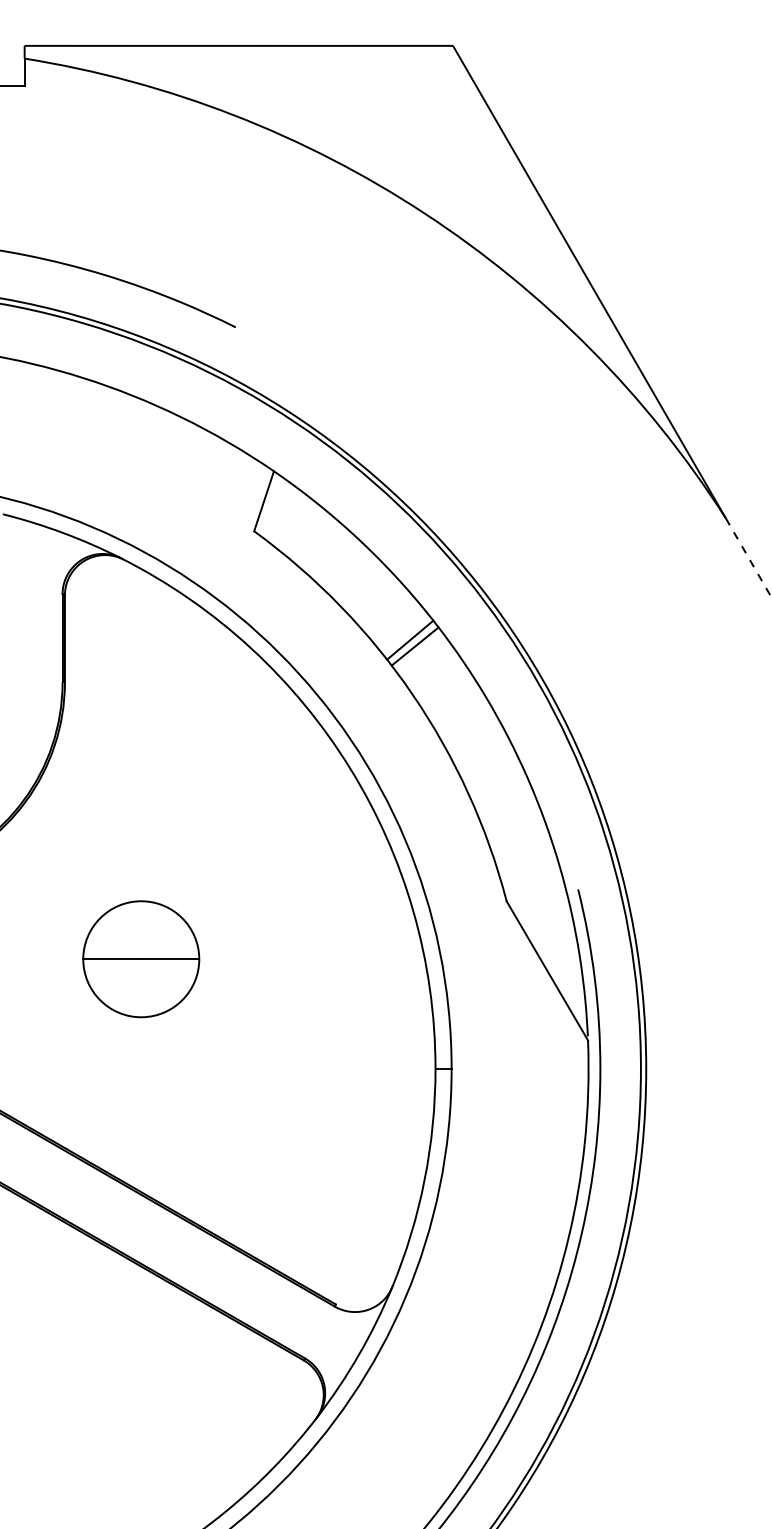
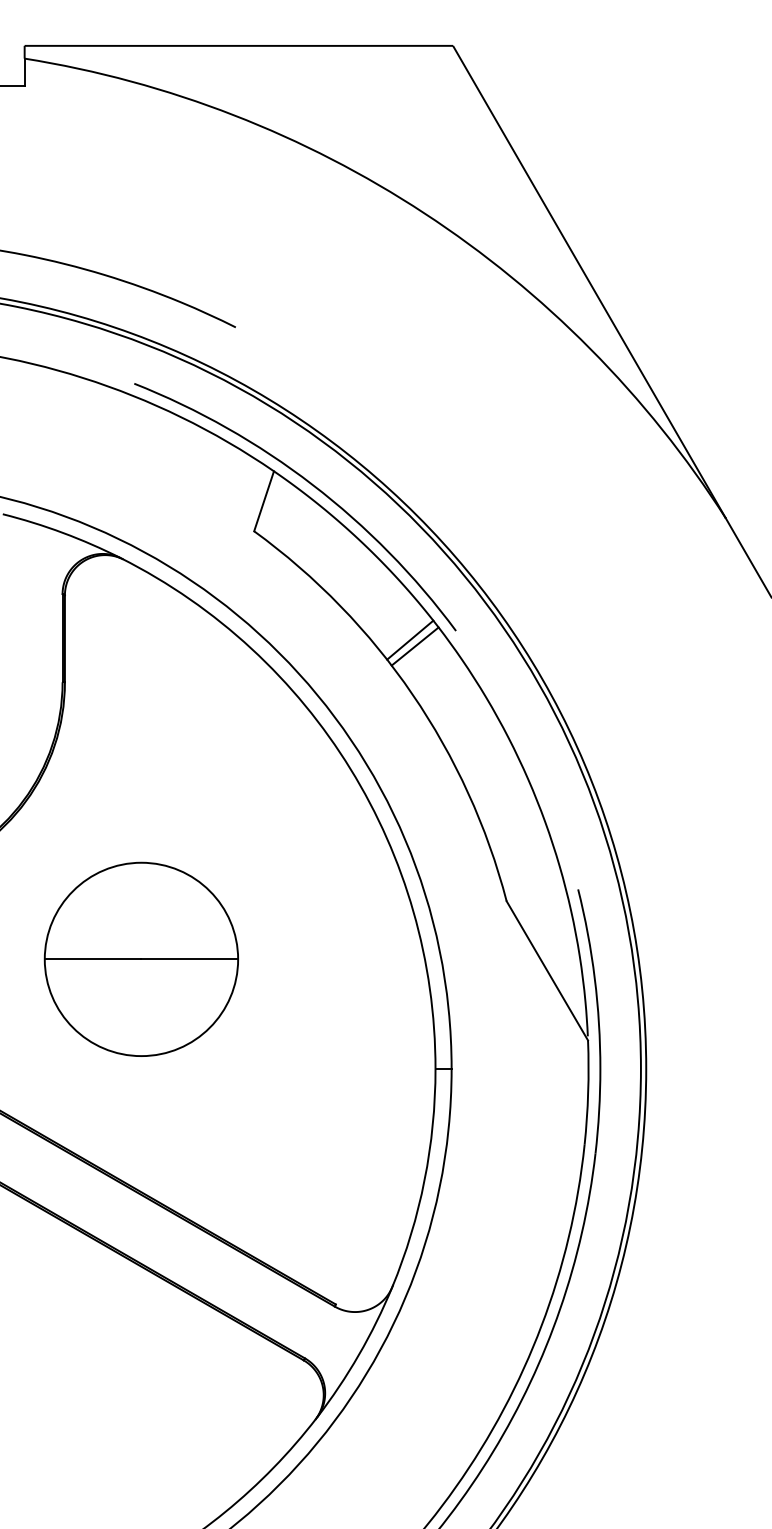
arc at (311, 485): none -> present
line at (748, 557): dashed -> solid
part at (141, 959) size: 119x119 px -> 196x196 px
